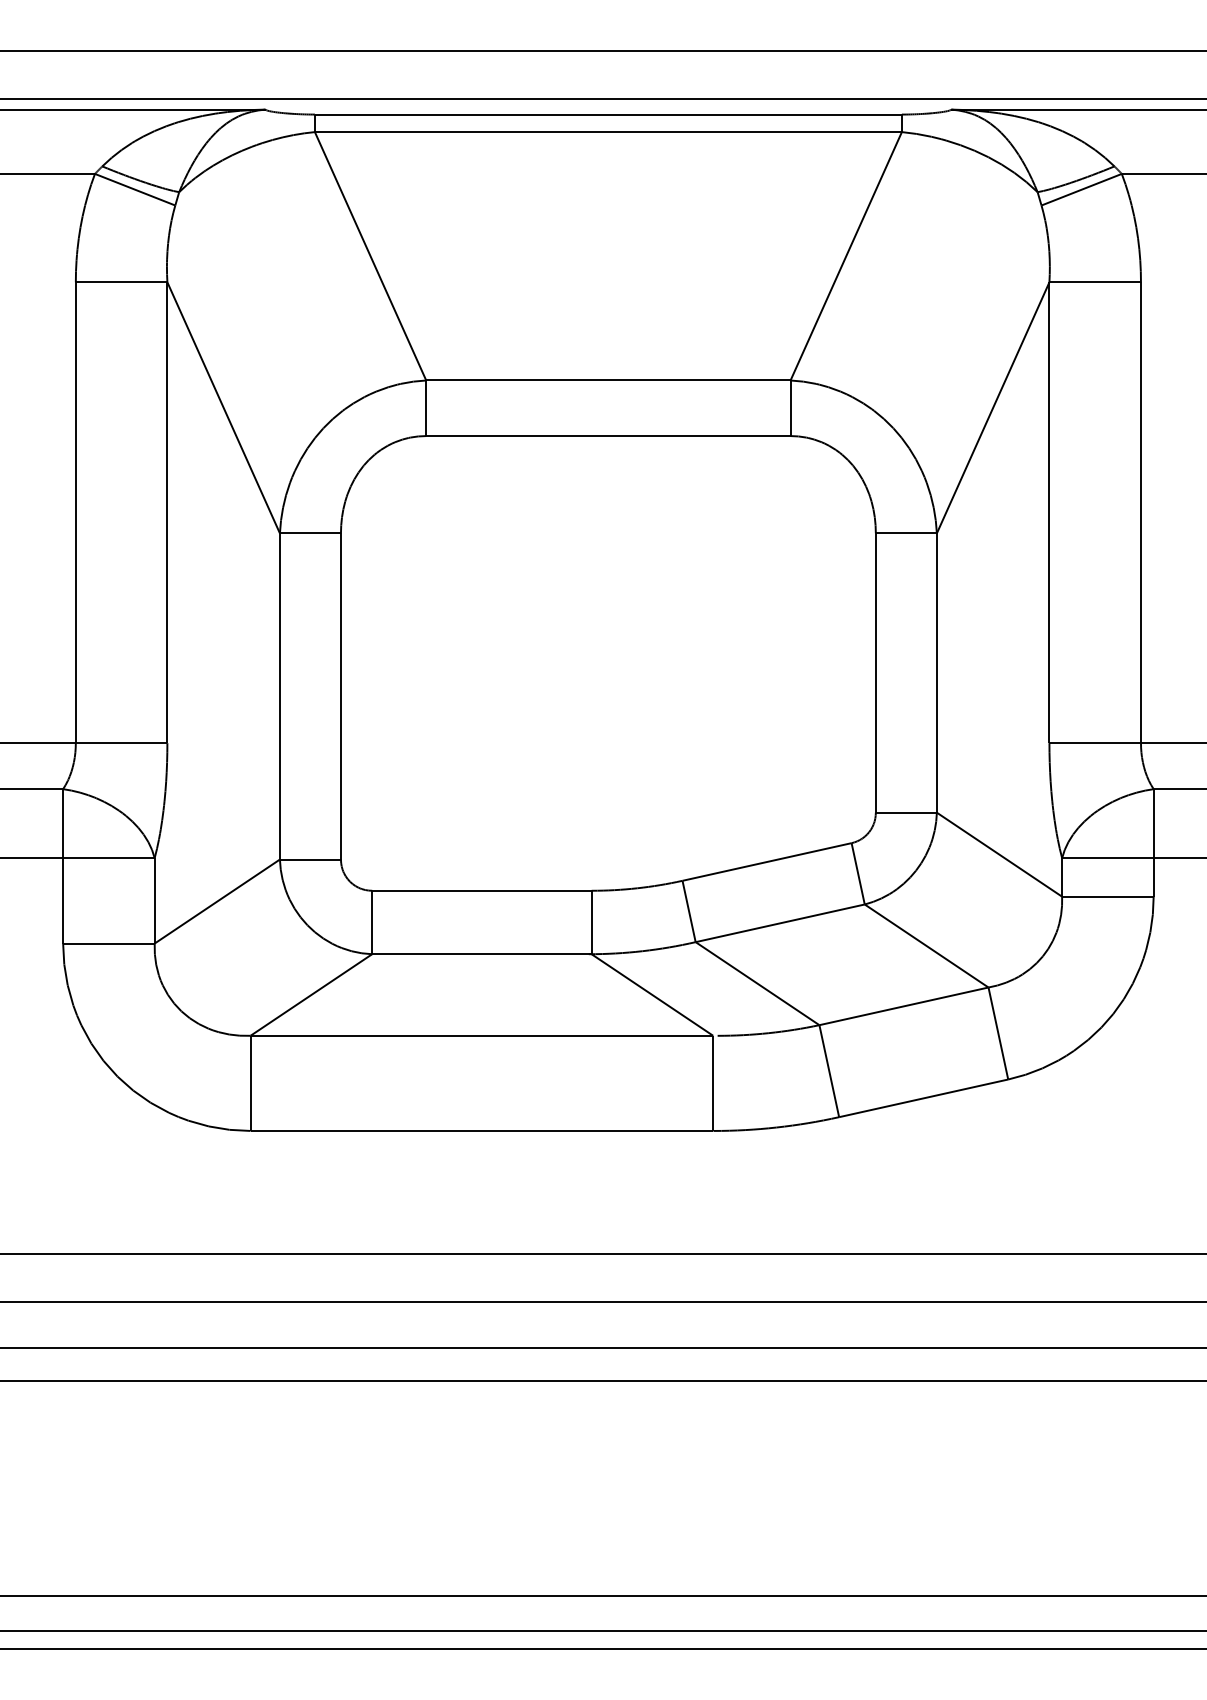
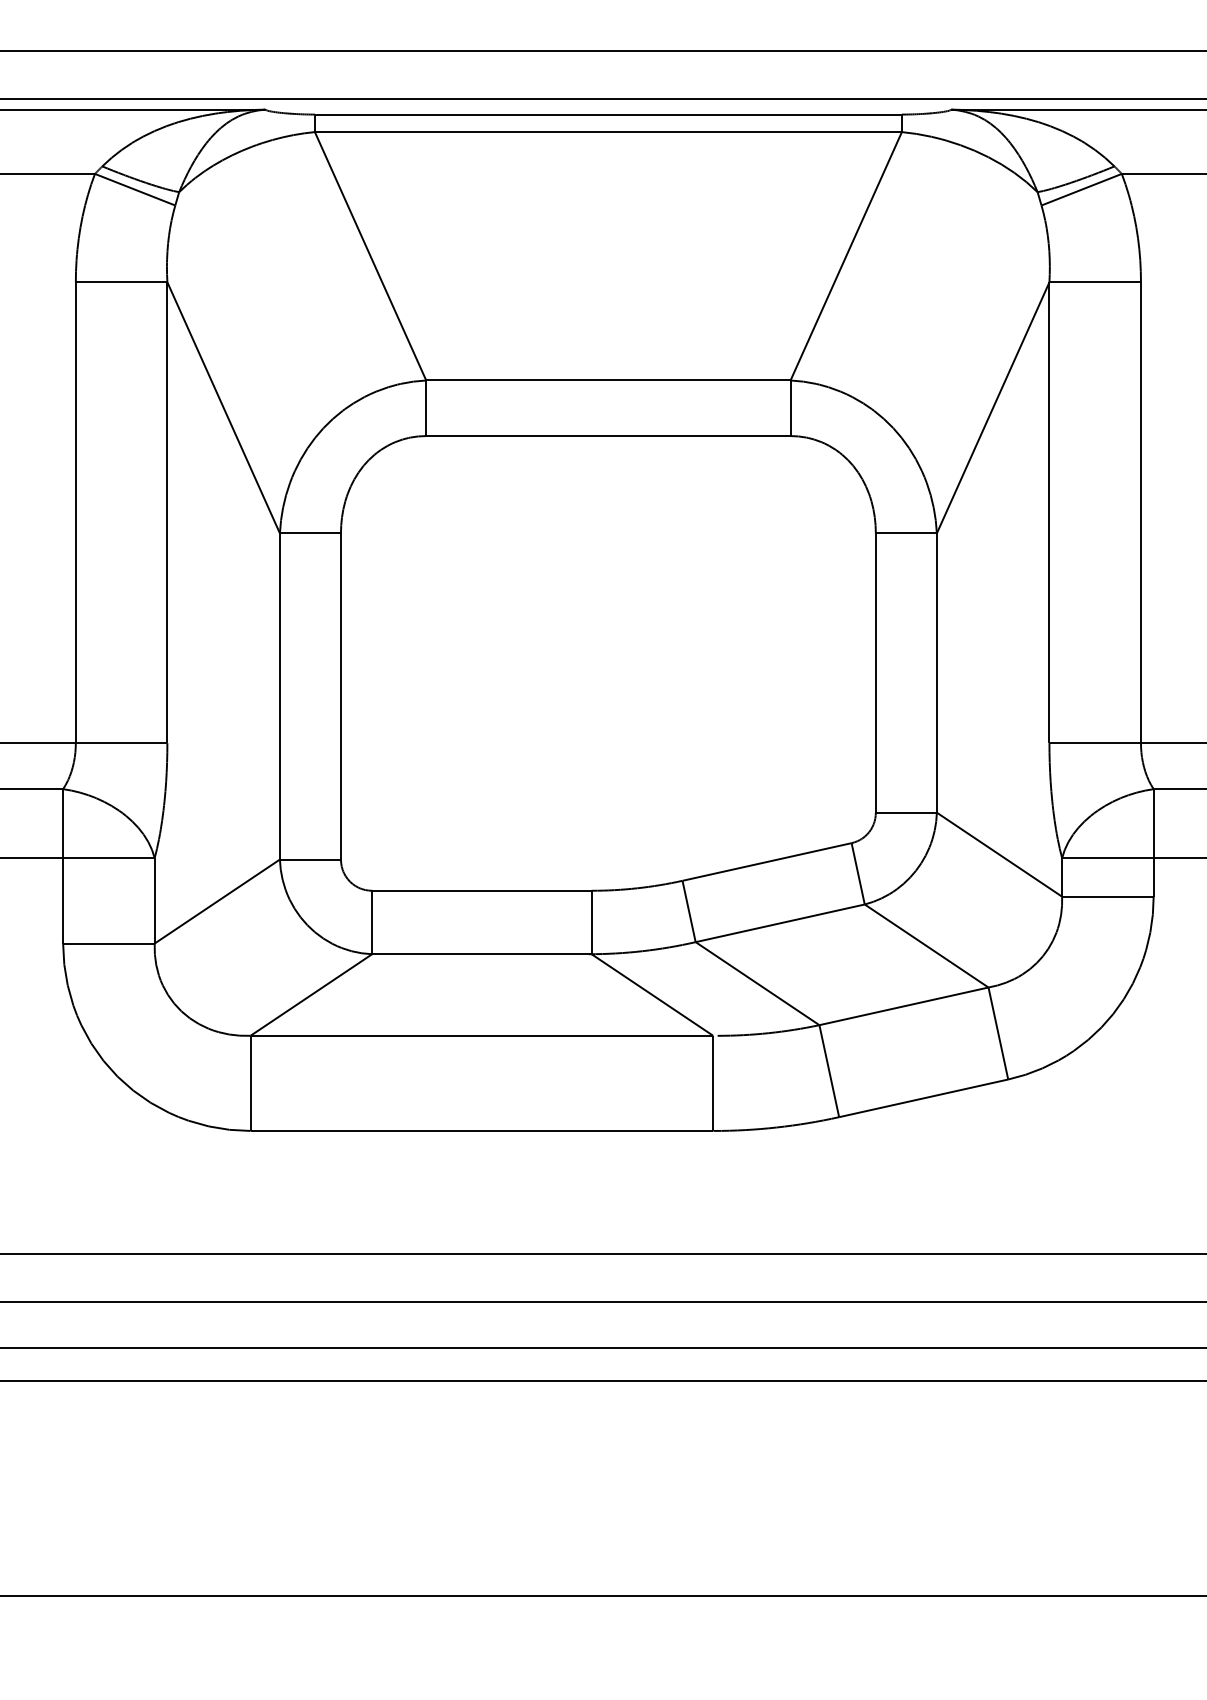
line at (602, 1631): present -> none
line at (602, 1649): present -> none
